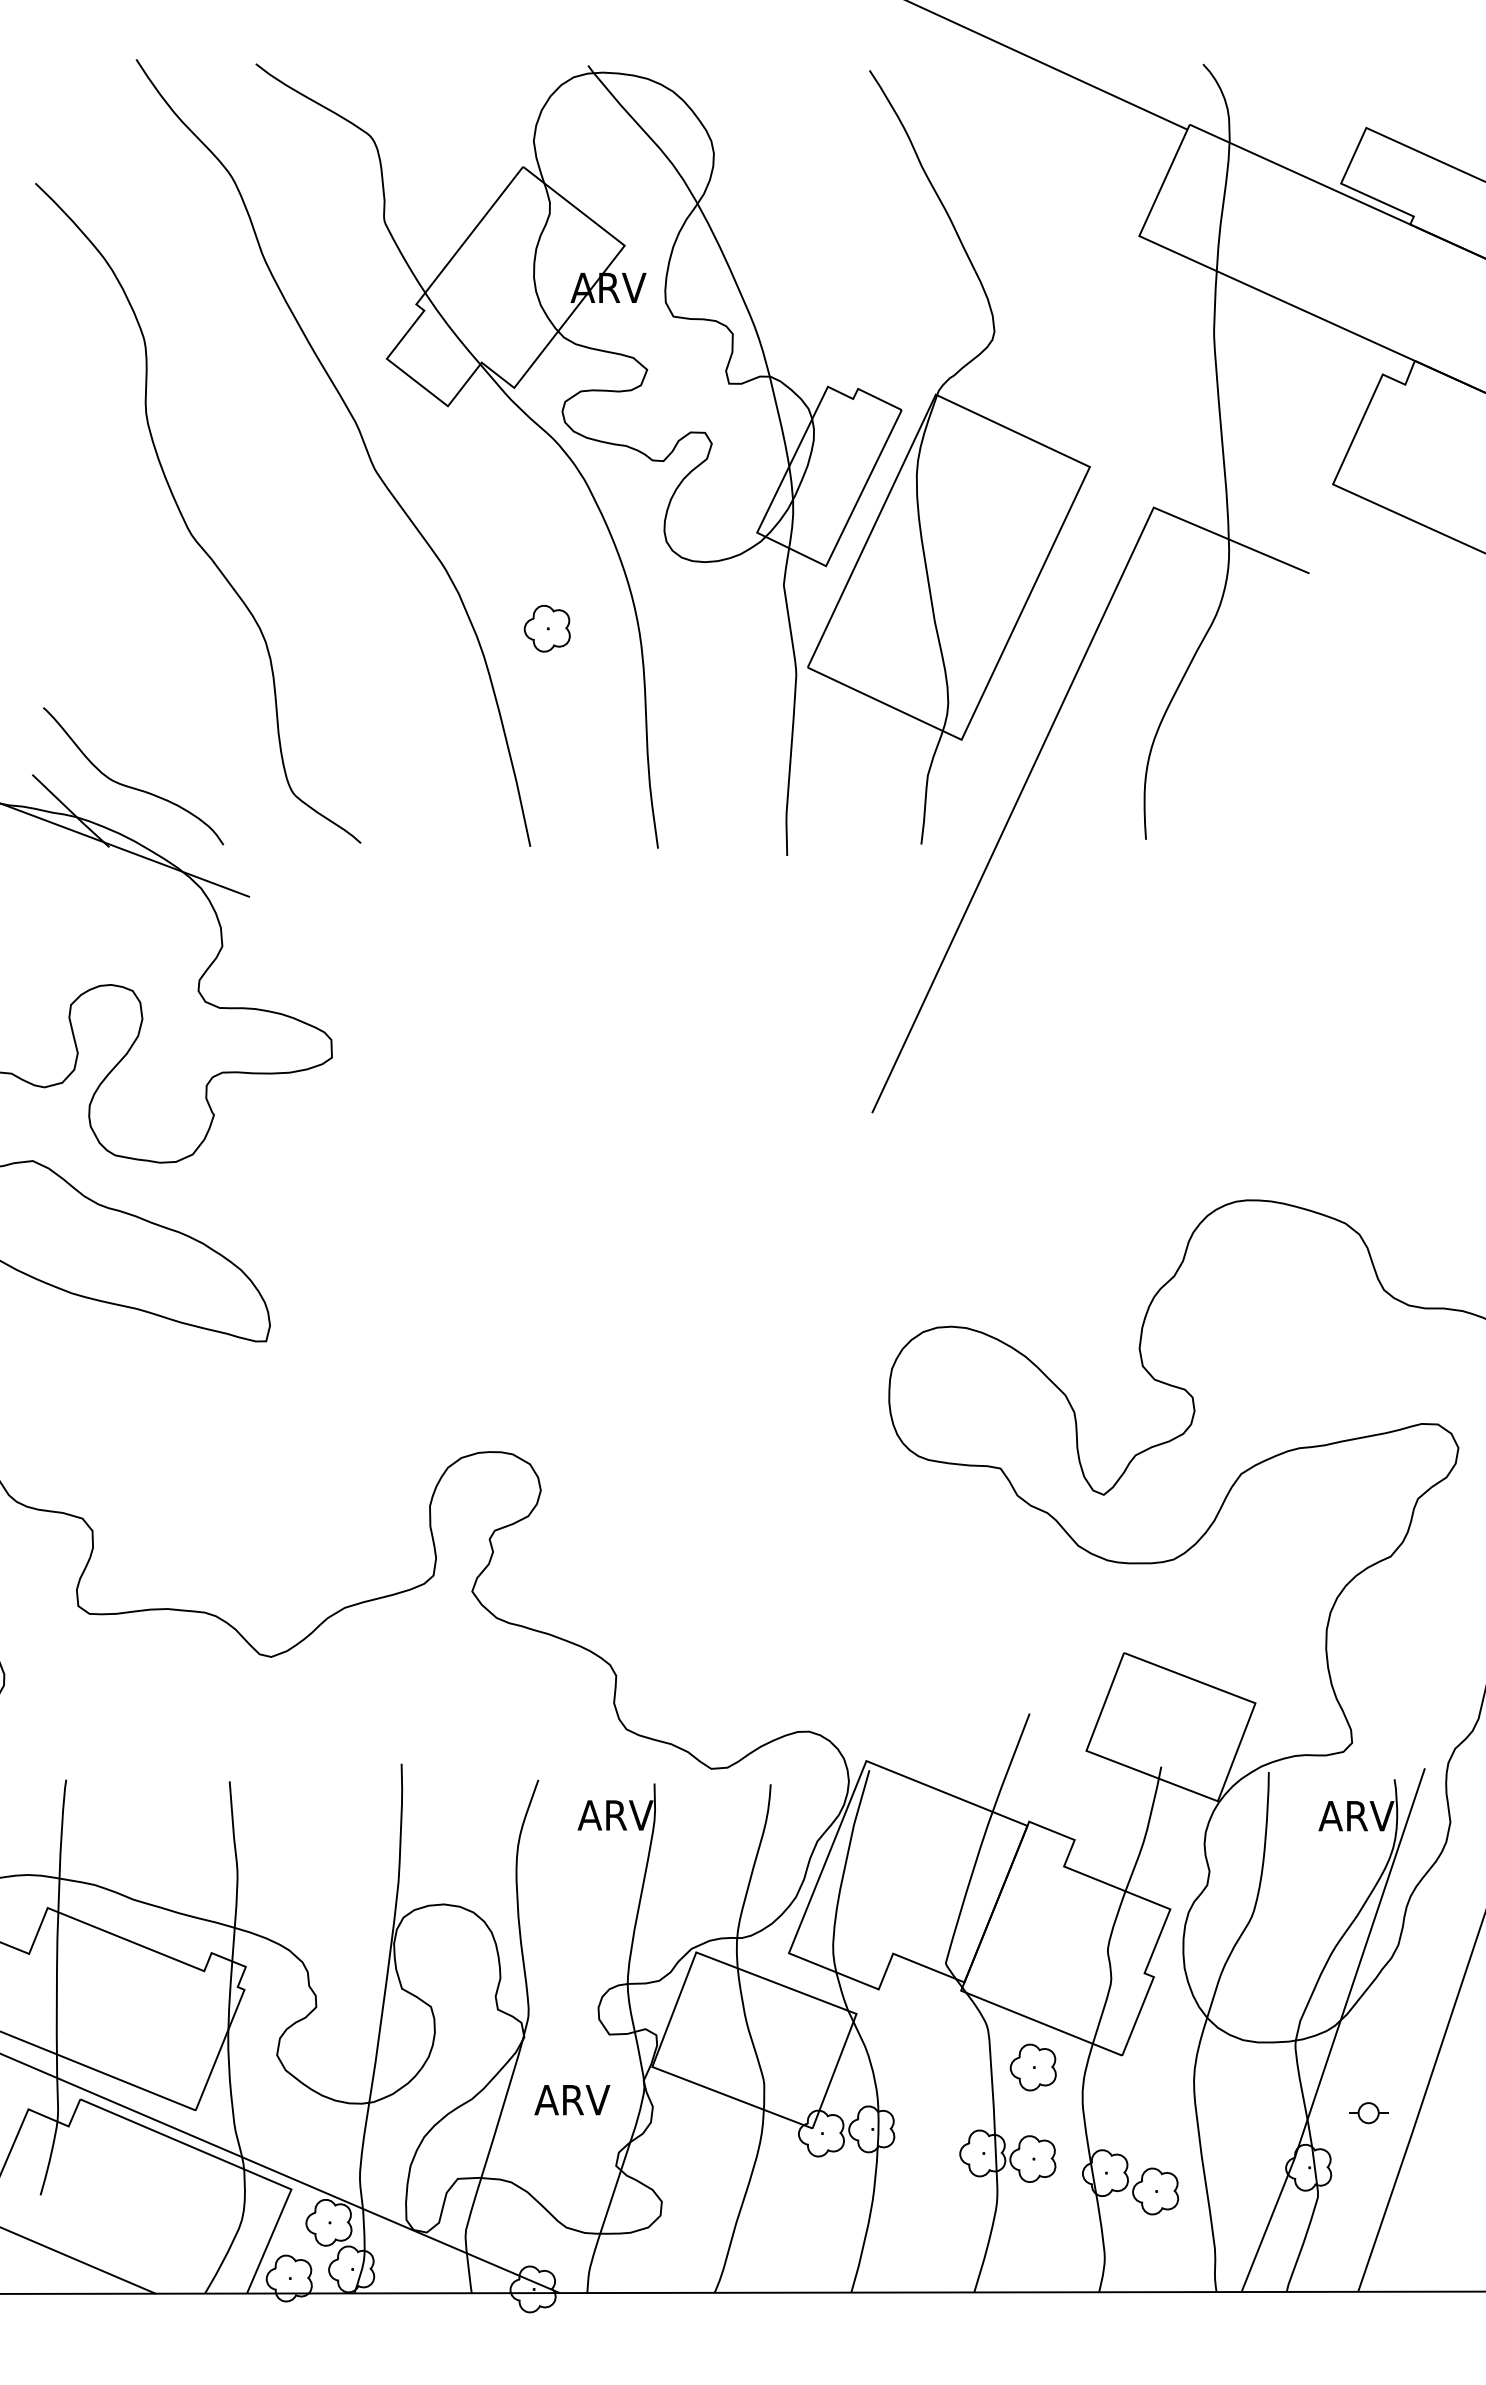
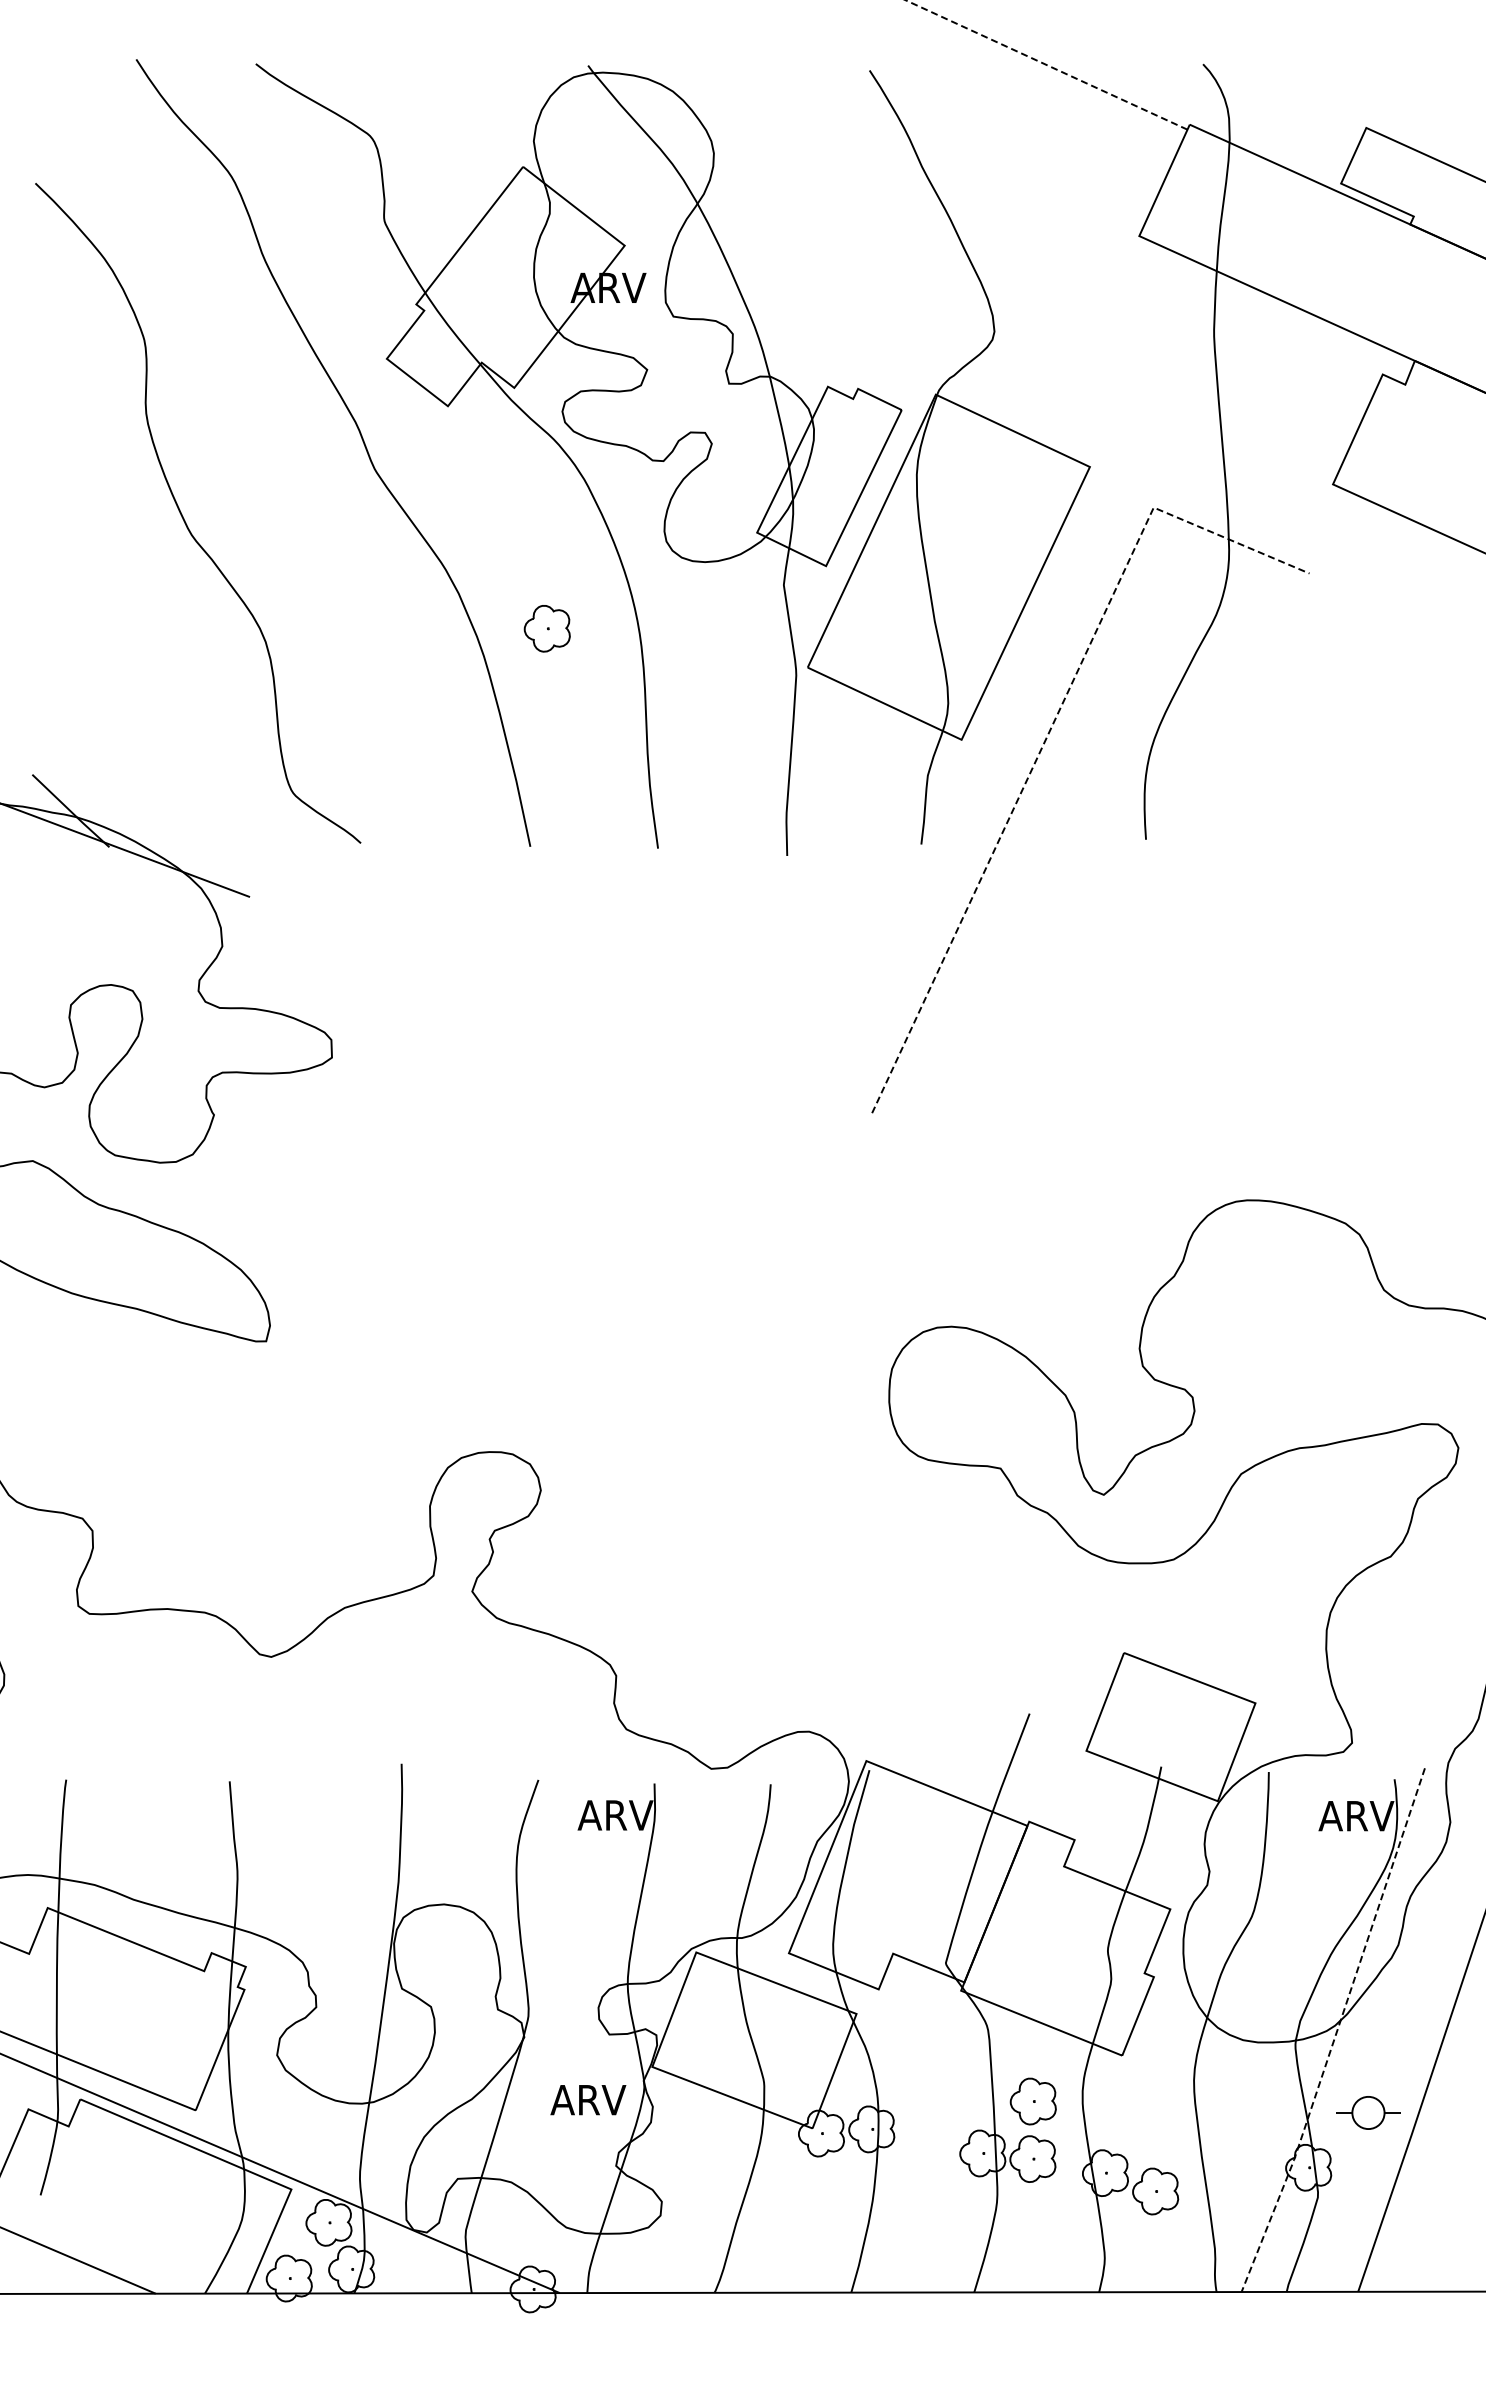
line at (1046, 64): solid -> dashed
line at (1049, 732): solid -> dashed
curve at (131, 786): present -> none
line at (1336, 2032): solid -> dashed
part at (1032, 2067) position: (1032, 2067) -> (1032, 2101)
text at (572, 2100) position: (572, 2100) -> (588, 2100)
part at (1368, 2113) size: 40x23 px -> 65x34 px
